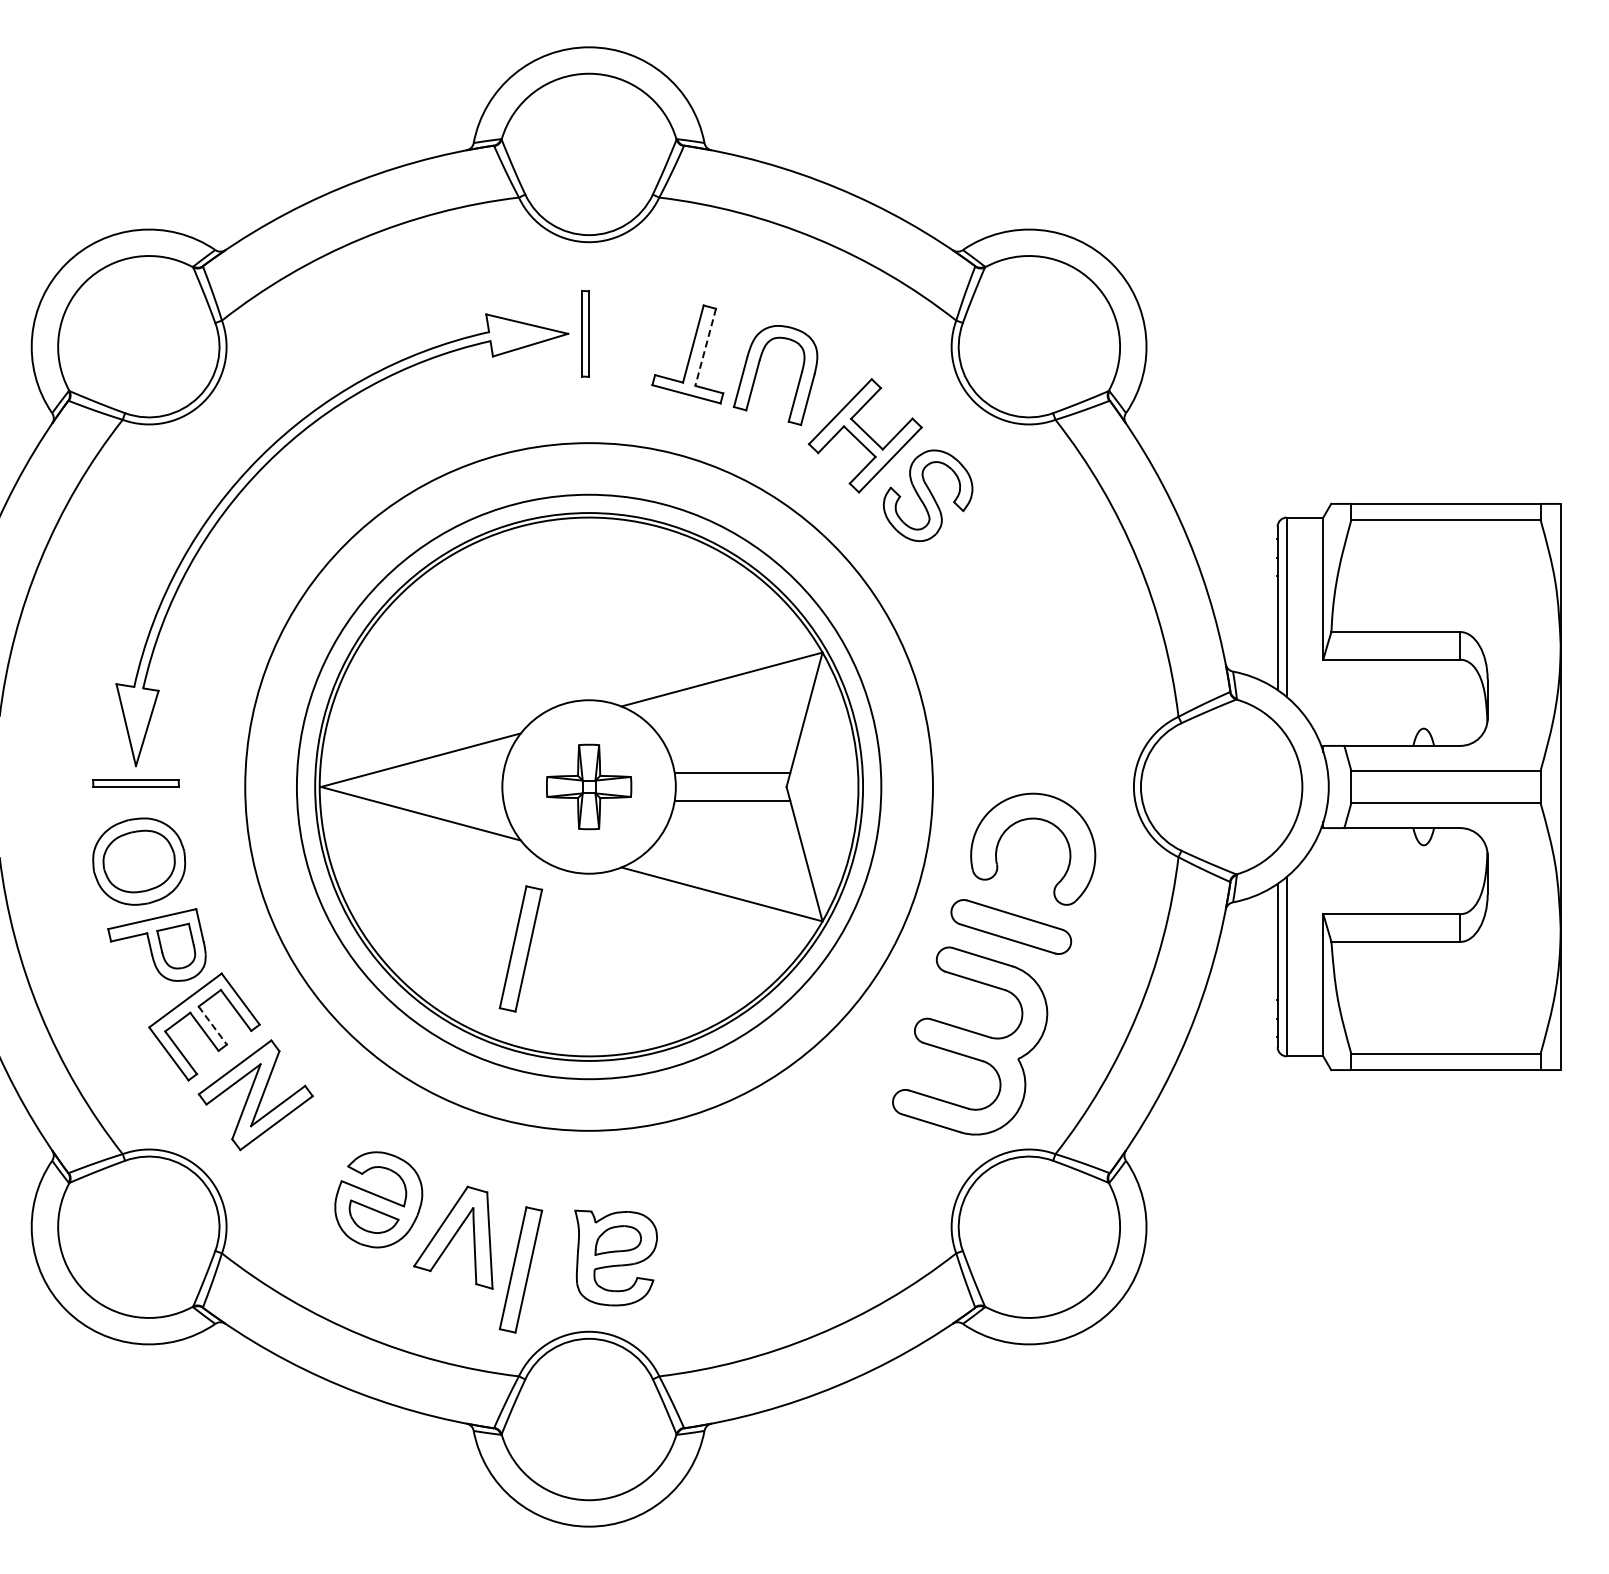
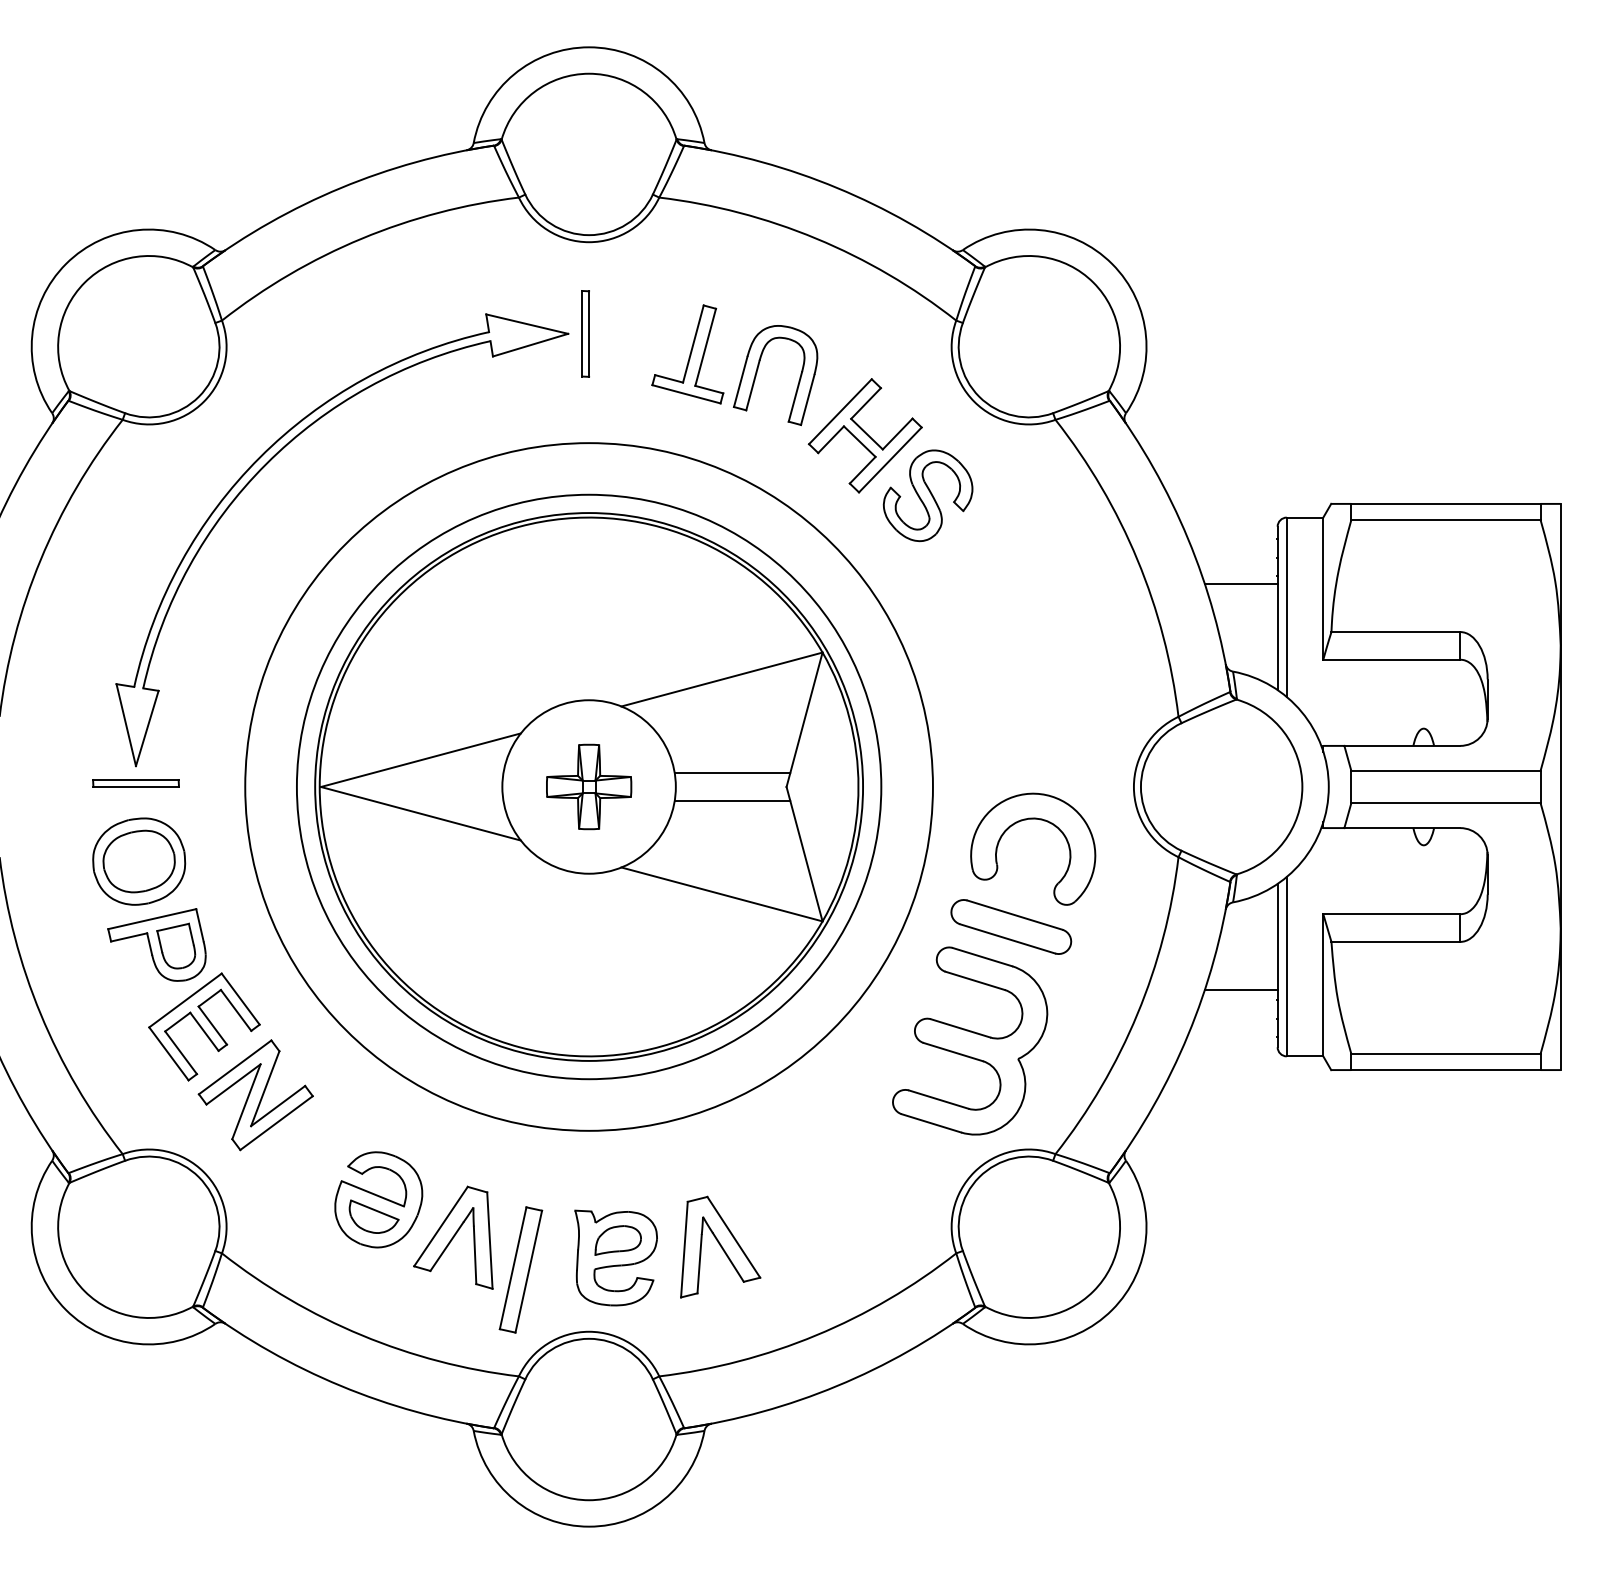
line at (705, 347): dashed -> solid
line at (1240, 584): none -> present
part at (520, 948): present -> none
line at (1240, 989): none -> present
line at (212, 1025): dashed -> solid
part at (720, 1246): none -> present
